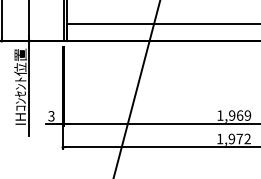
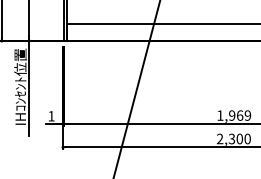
text at (51, 116): 3 -> 1
text at (233, 138): 1,972 -> 2,300
